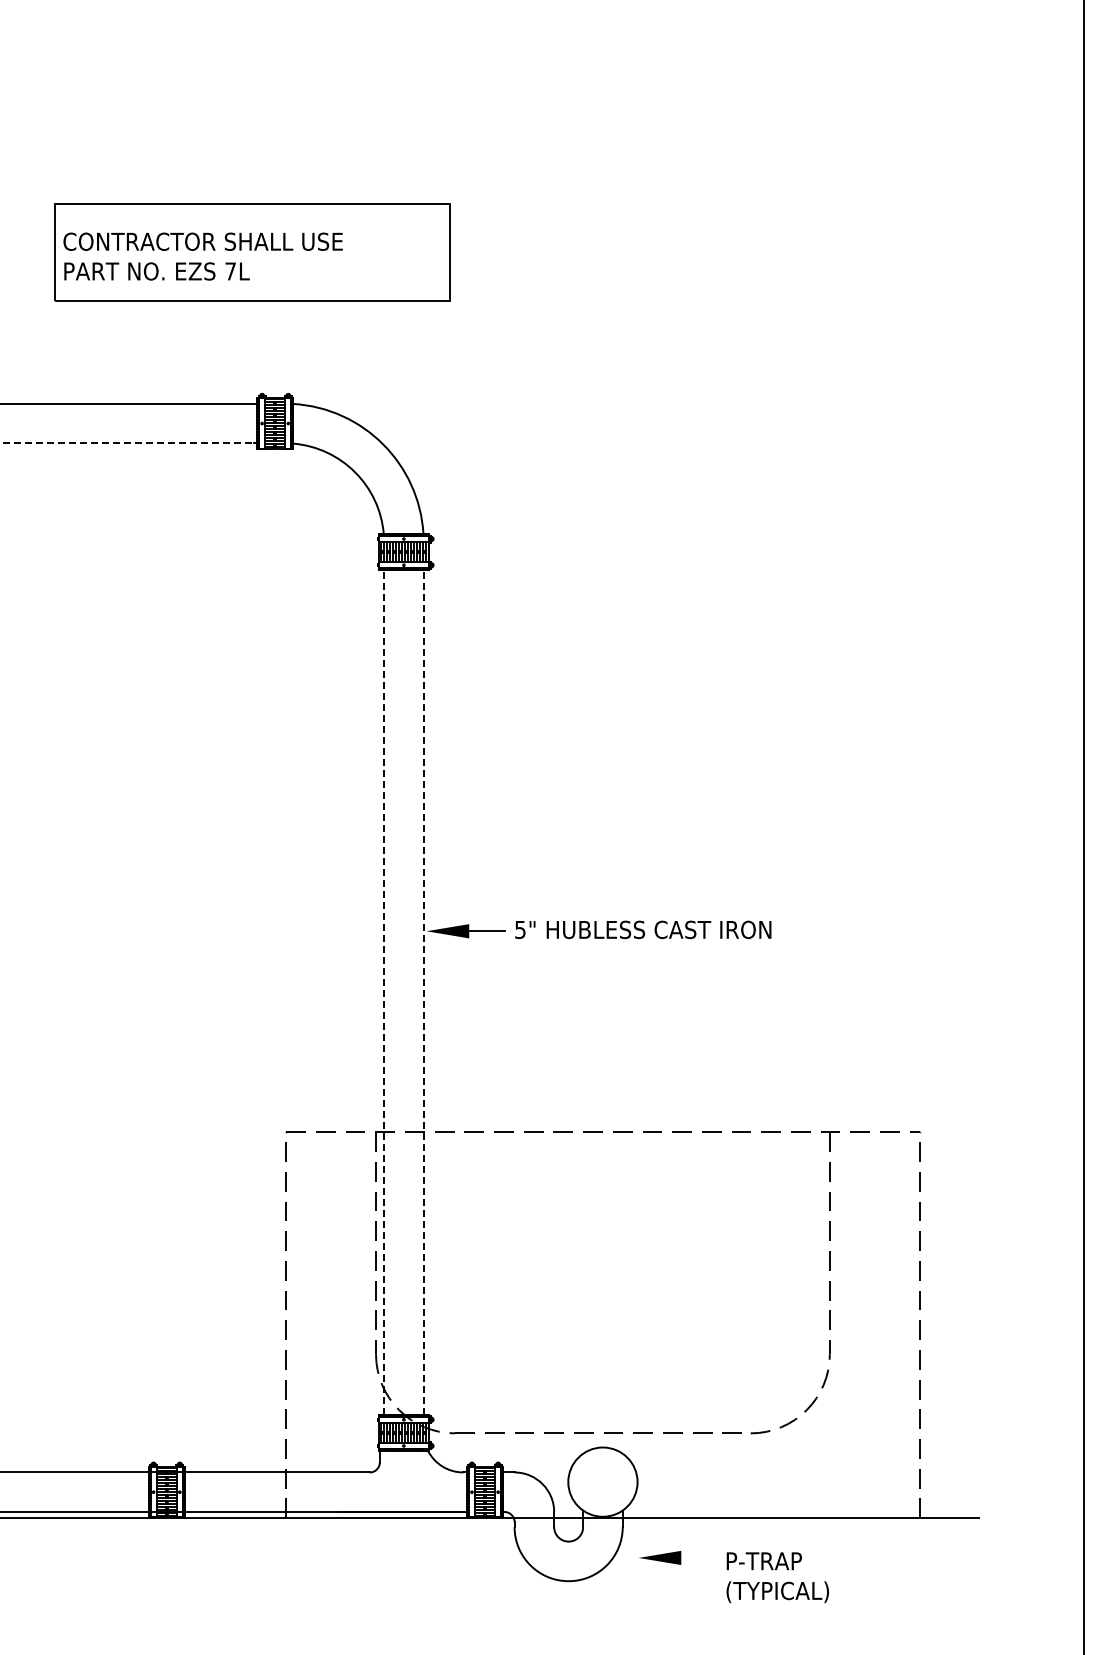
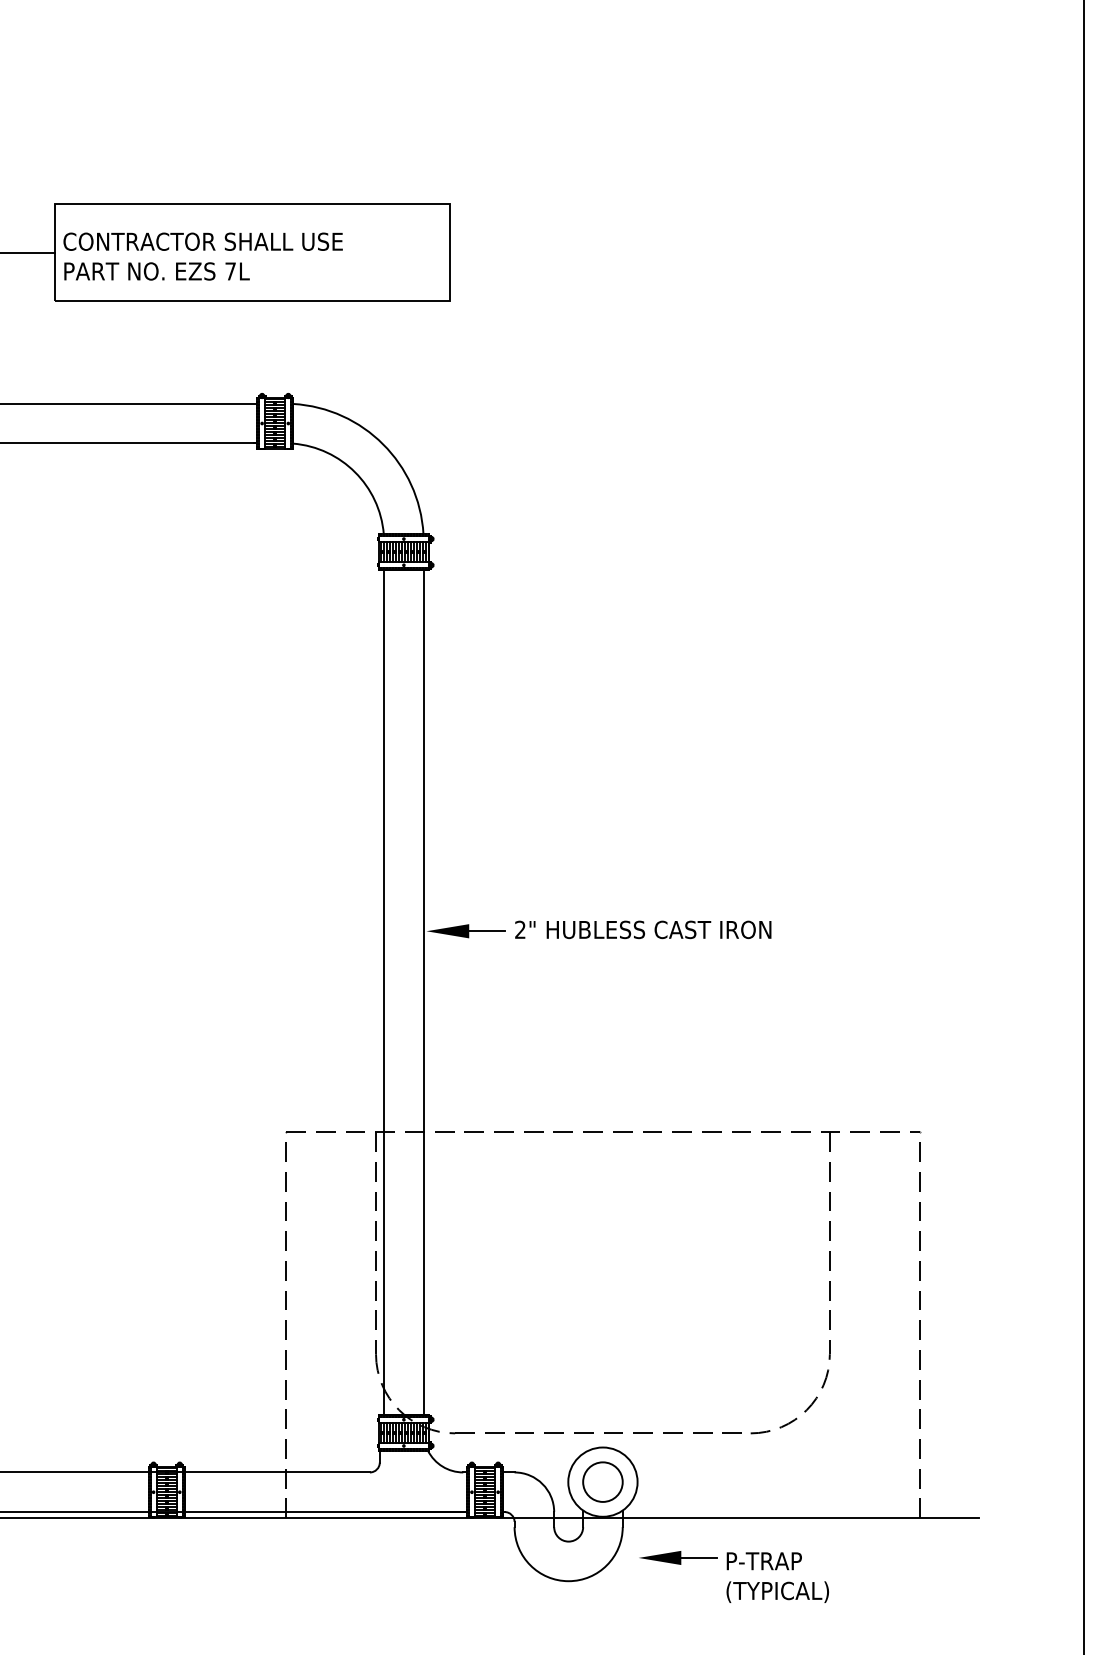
line at (28, 252): none -> present
line at (129, 443): dashed -> solid
text at (520, 929): 5" -> 2"
line at (384, 992): dashed -> solid
line at (423, 992): dashed -> solid
circle at (602, 1481): none -> present
line at (698, 1557): none -> present
